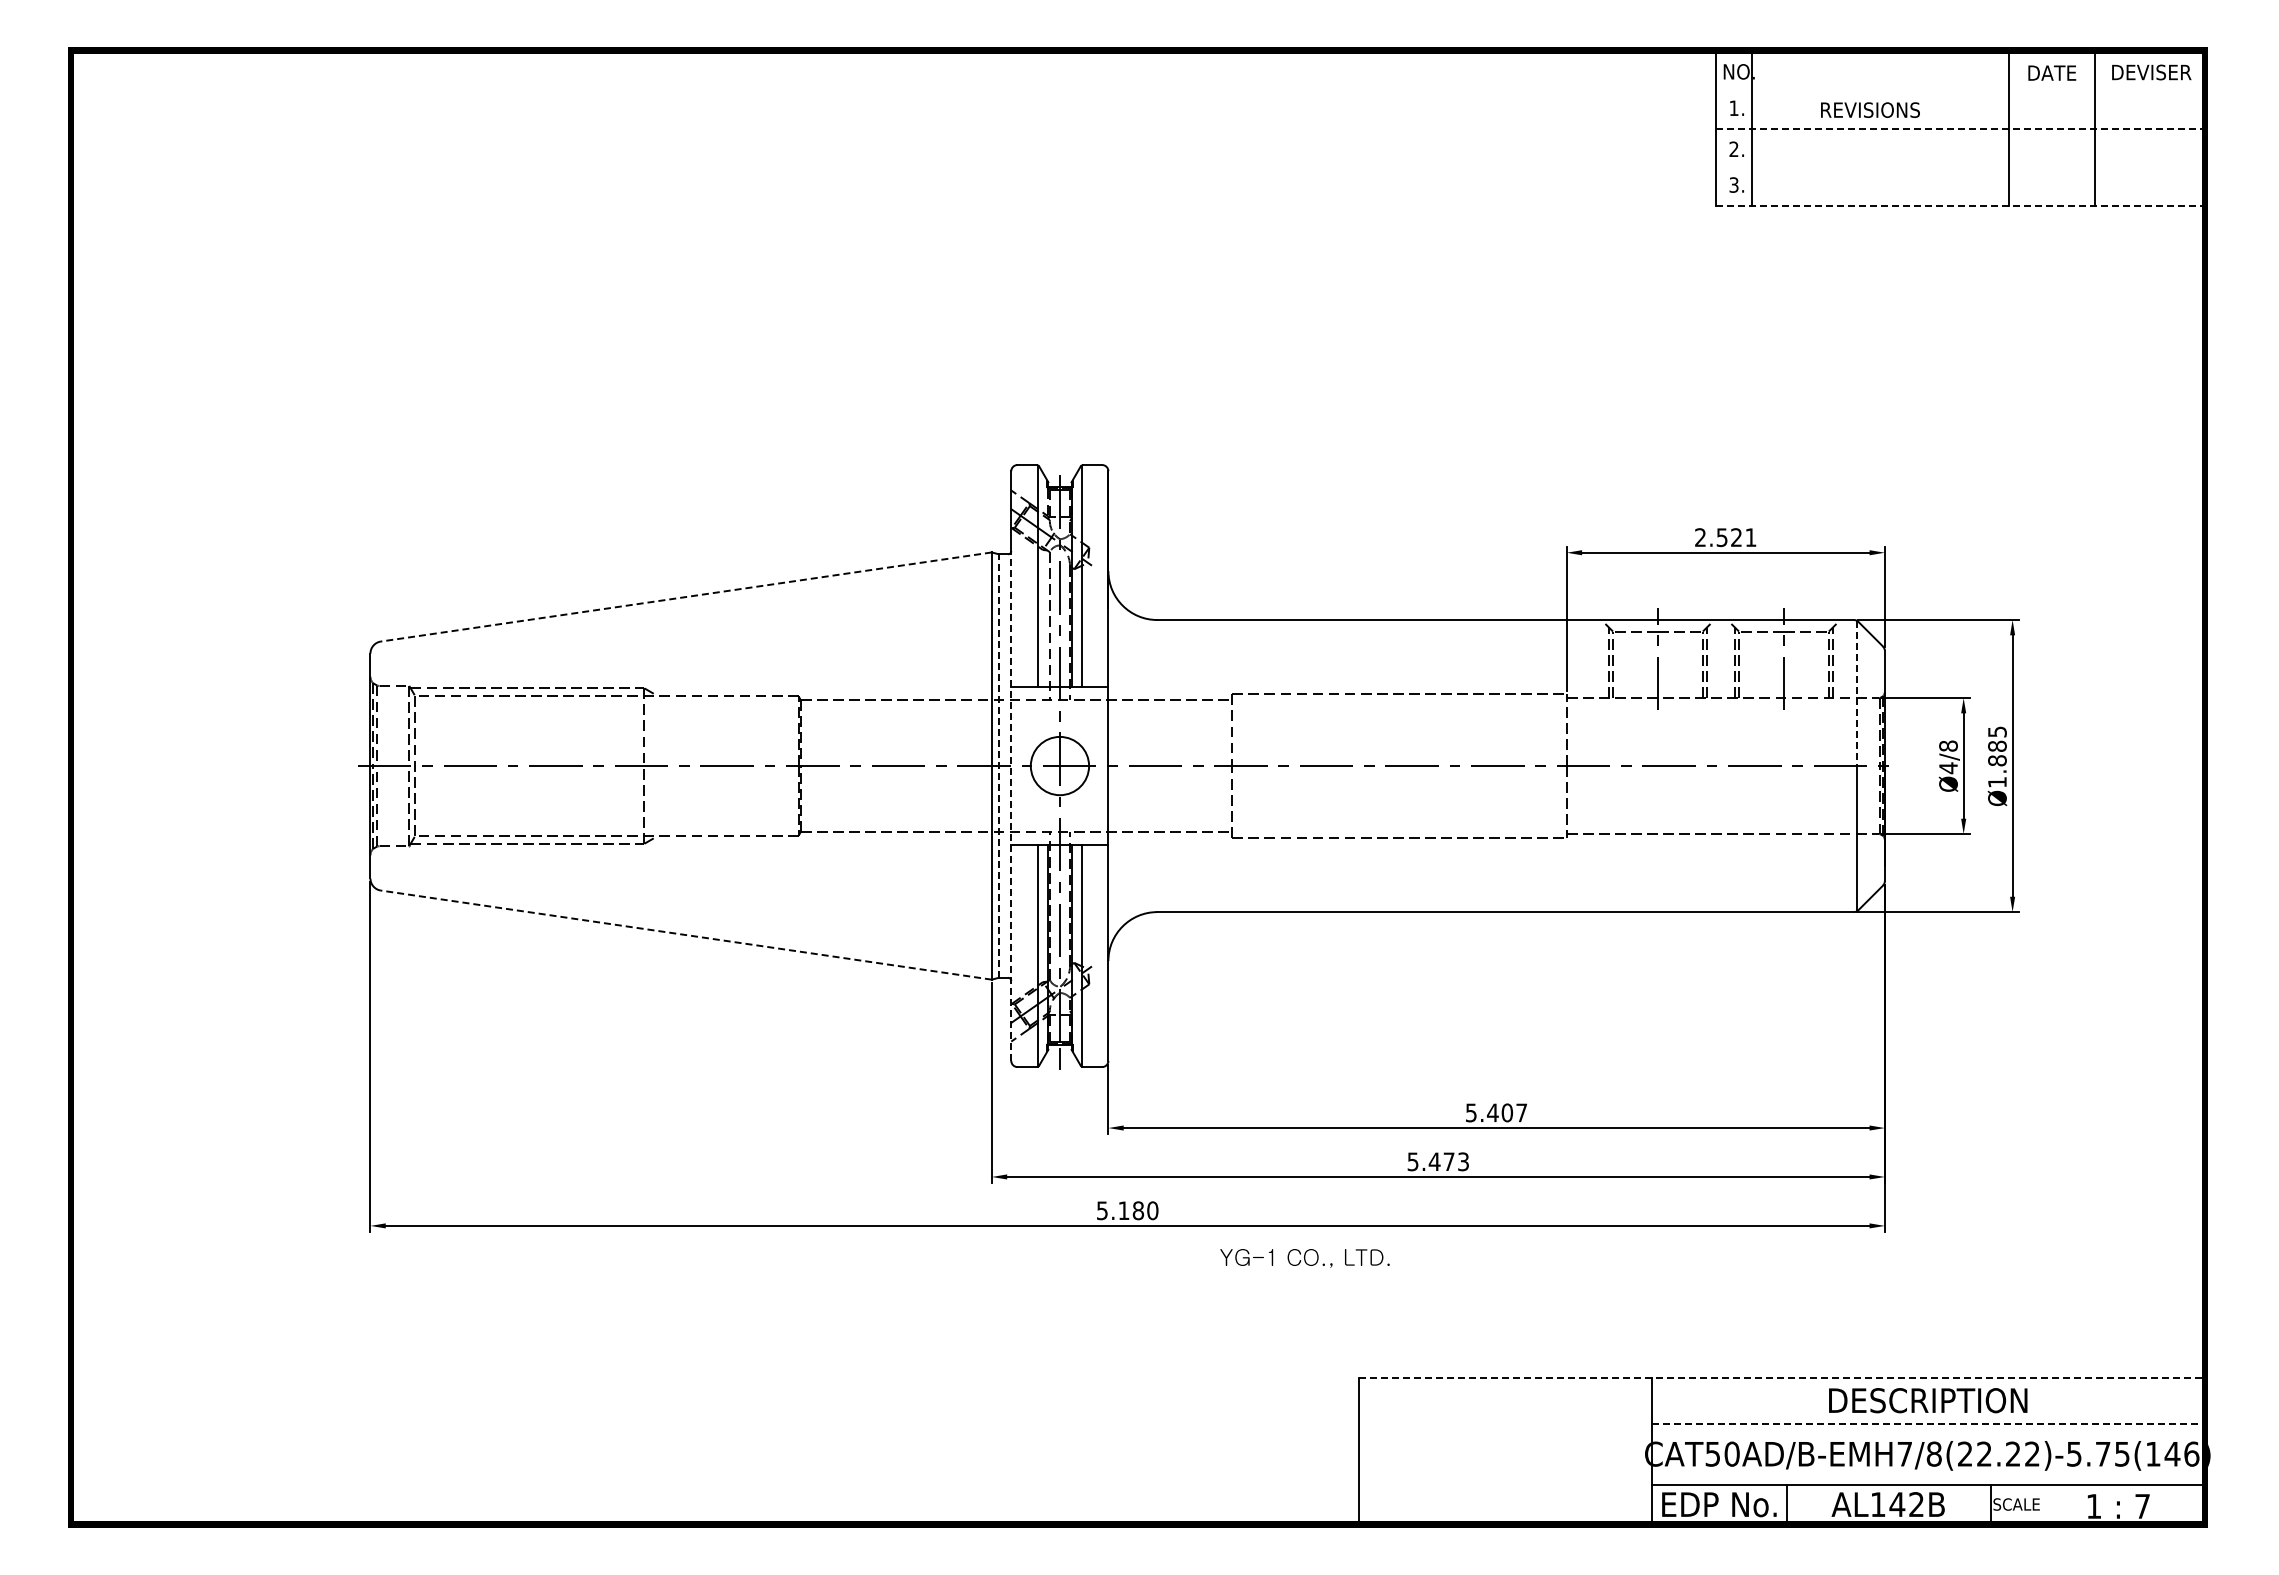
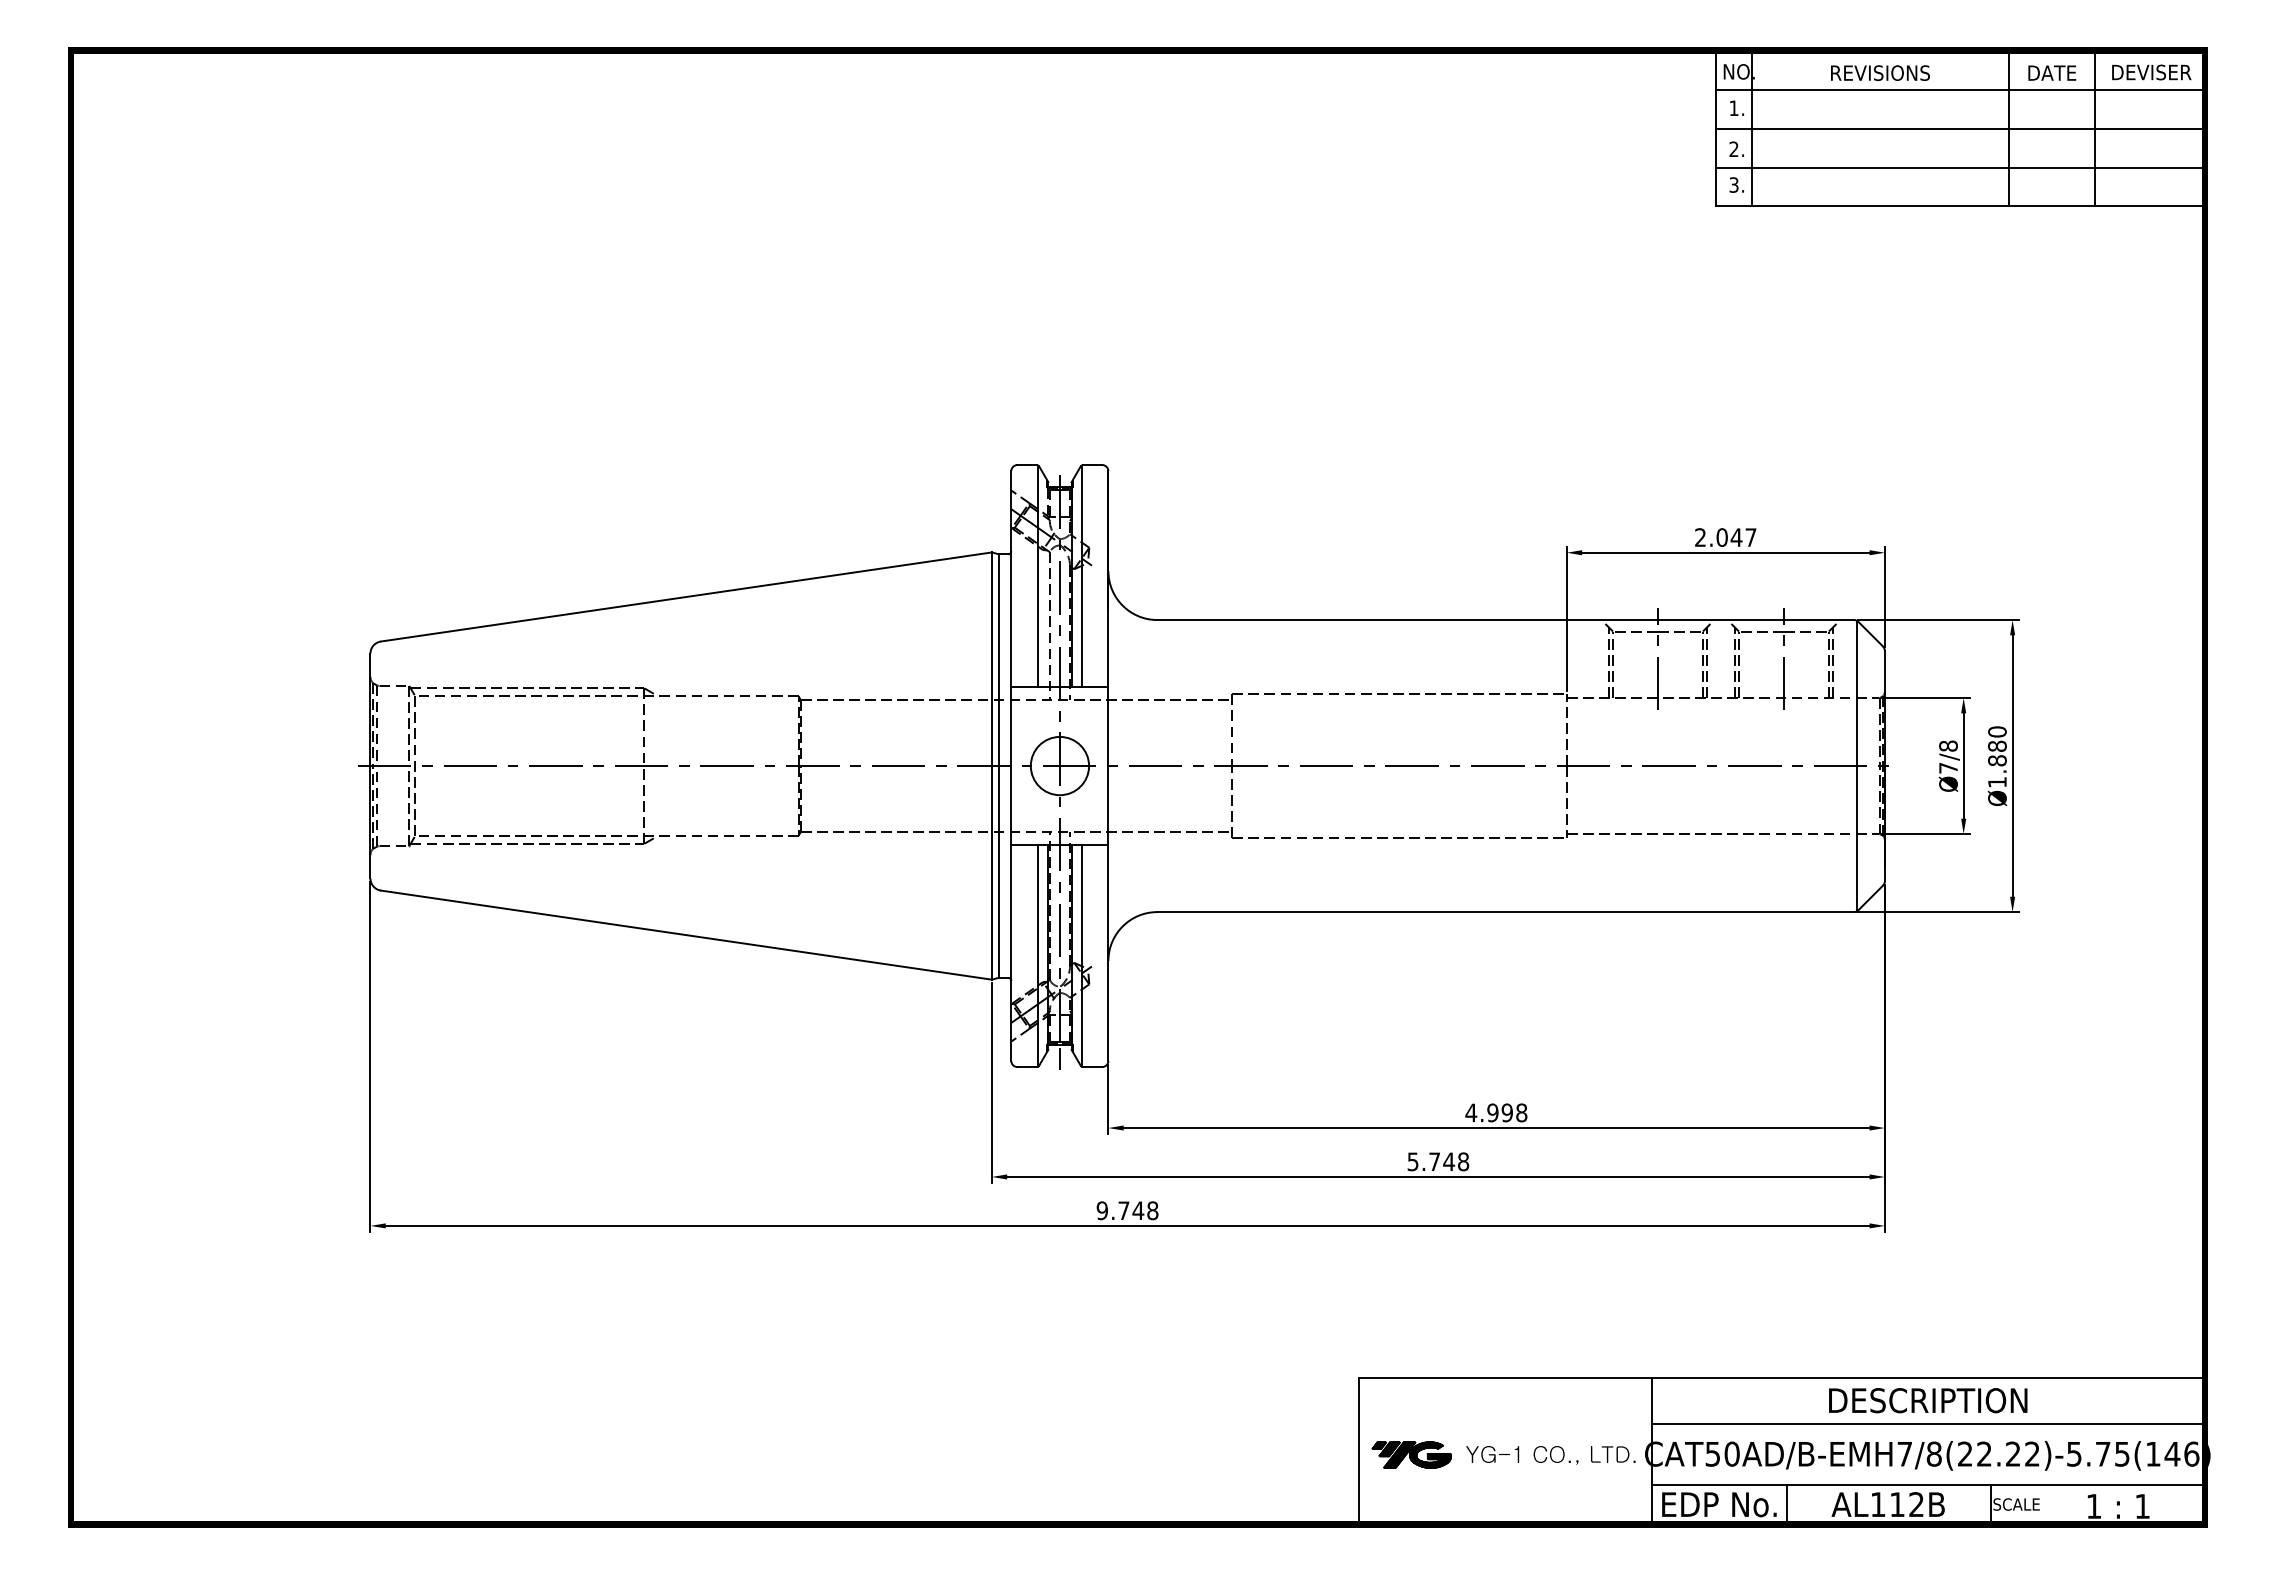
line at (1959, 89): none -> present
text at (1870, 109) position: (1870, 109) -> (1880, 72)
line at (1960, 128): dashed -> solid
line at (1959, 167): none -> present
line at (1960, 205): dashed -> solid
text at (1736, 537): 2.521 -> 2.047
line at (686, 597): dashed -> solid
line at (1856, 693): dashed -> solid
text at (1997, 731): Ø1.885 -> Ø1.880
line at (998, 766): dashed -> solid
text at (1948, 768): Ø4/8 -> Ø7/8
line at (1011, 806): dashed -> solid
line at (686, 935): dashed -> solid
text at (1496, 1112): 5.407 -> 4.998
text at (1448, 1161): 5.473 -> 5.748
text at (1127, 1210): 5.180 -> 9.748
text at (1304, 1258) position: (1304, 1258) -> (1550, 1455)
line at (1782, 1377): dashed -> solid
line at (1928, 1423): dashed -> solid
part at (1411, 1454): none -> present
text at (1897, 1504): AL142B -> AL112B
text at (2142, 1506): 7 -> 1
